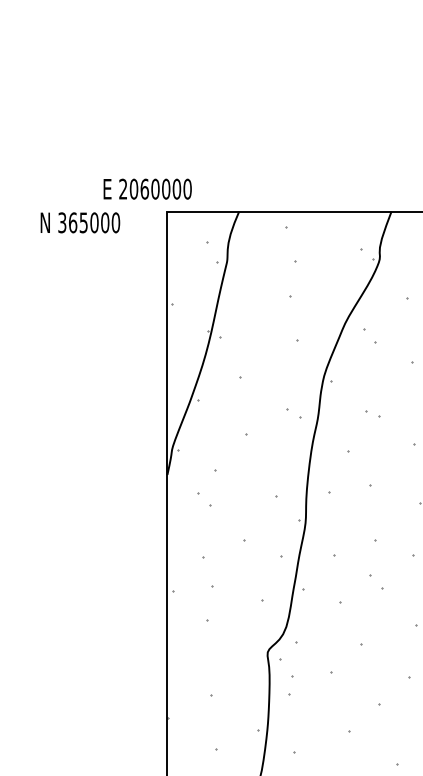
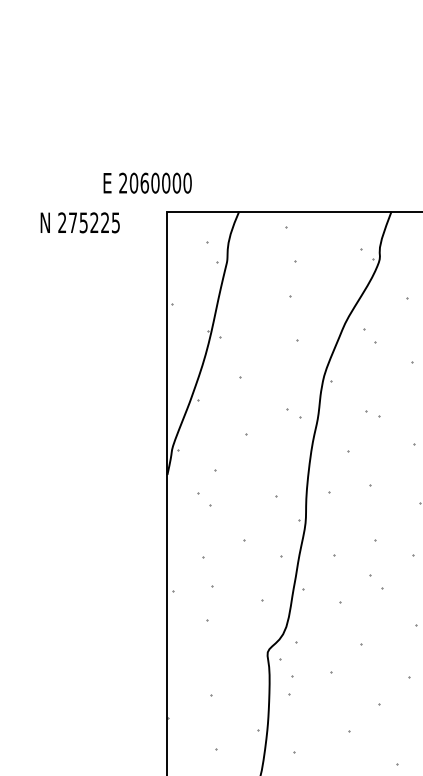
text at (147, 188) position: (147, 188) -> (147, 182)
text at (89, 222): 365000 -> 275225
